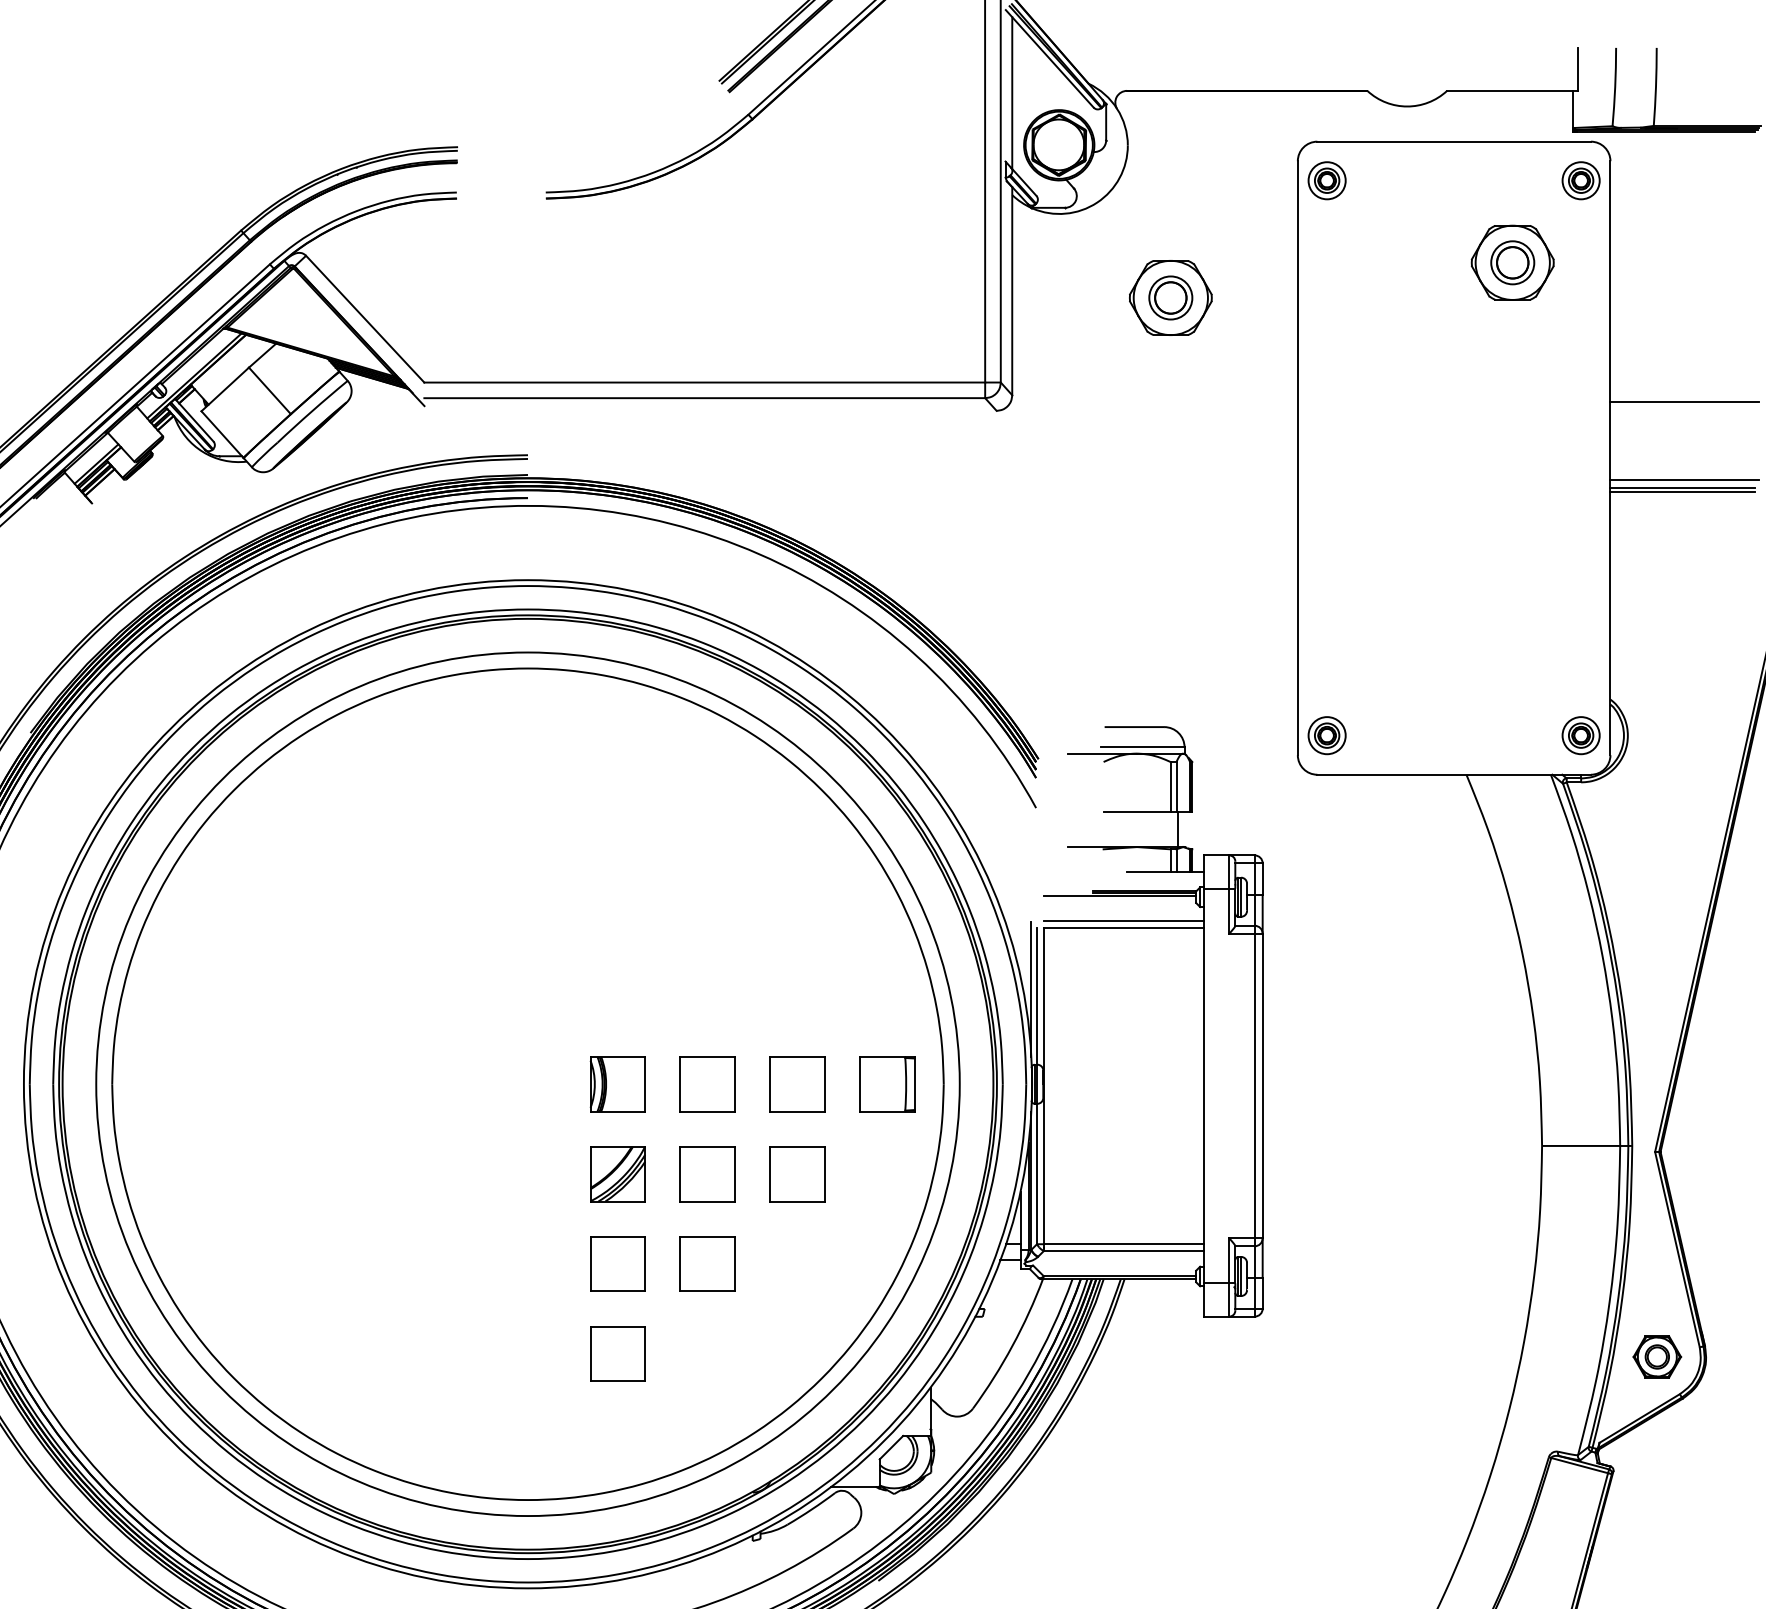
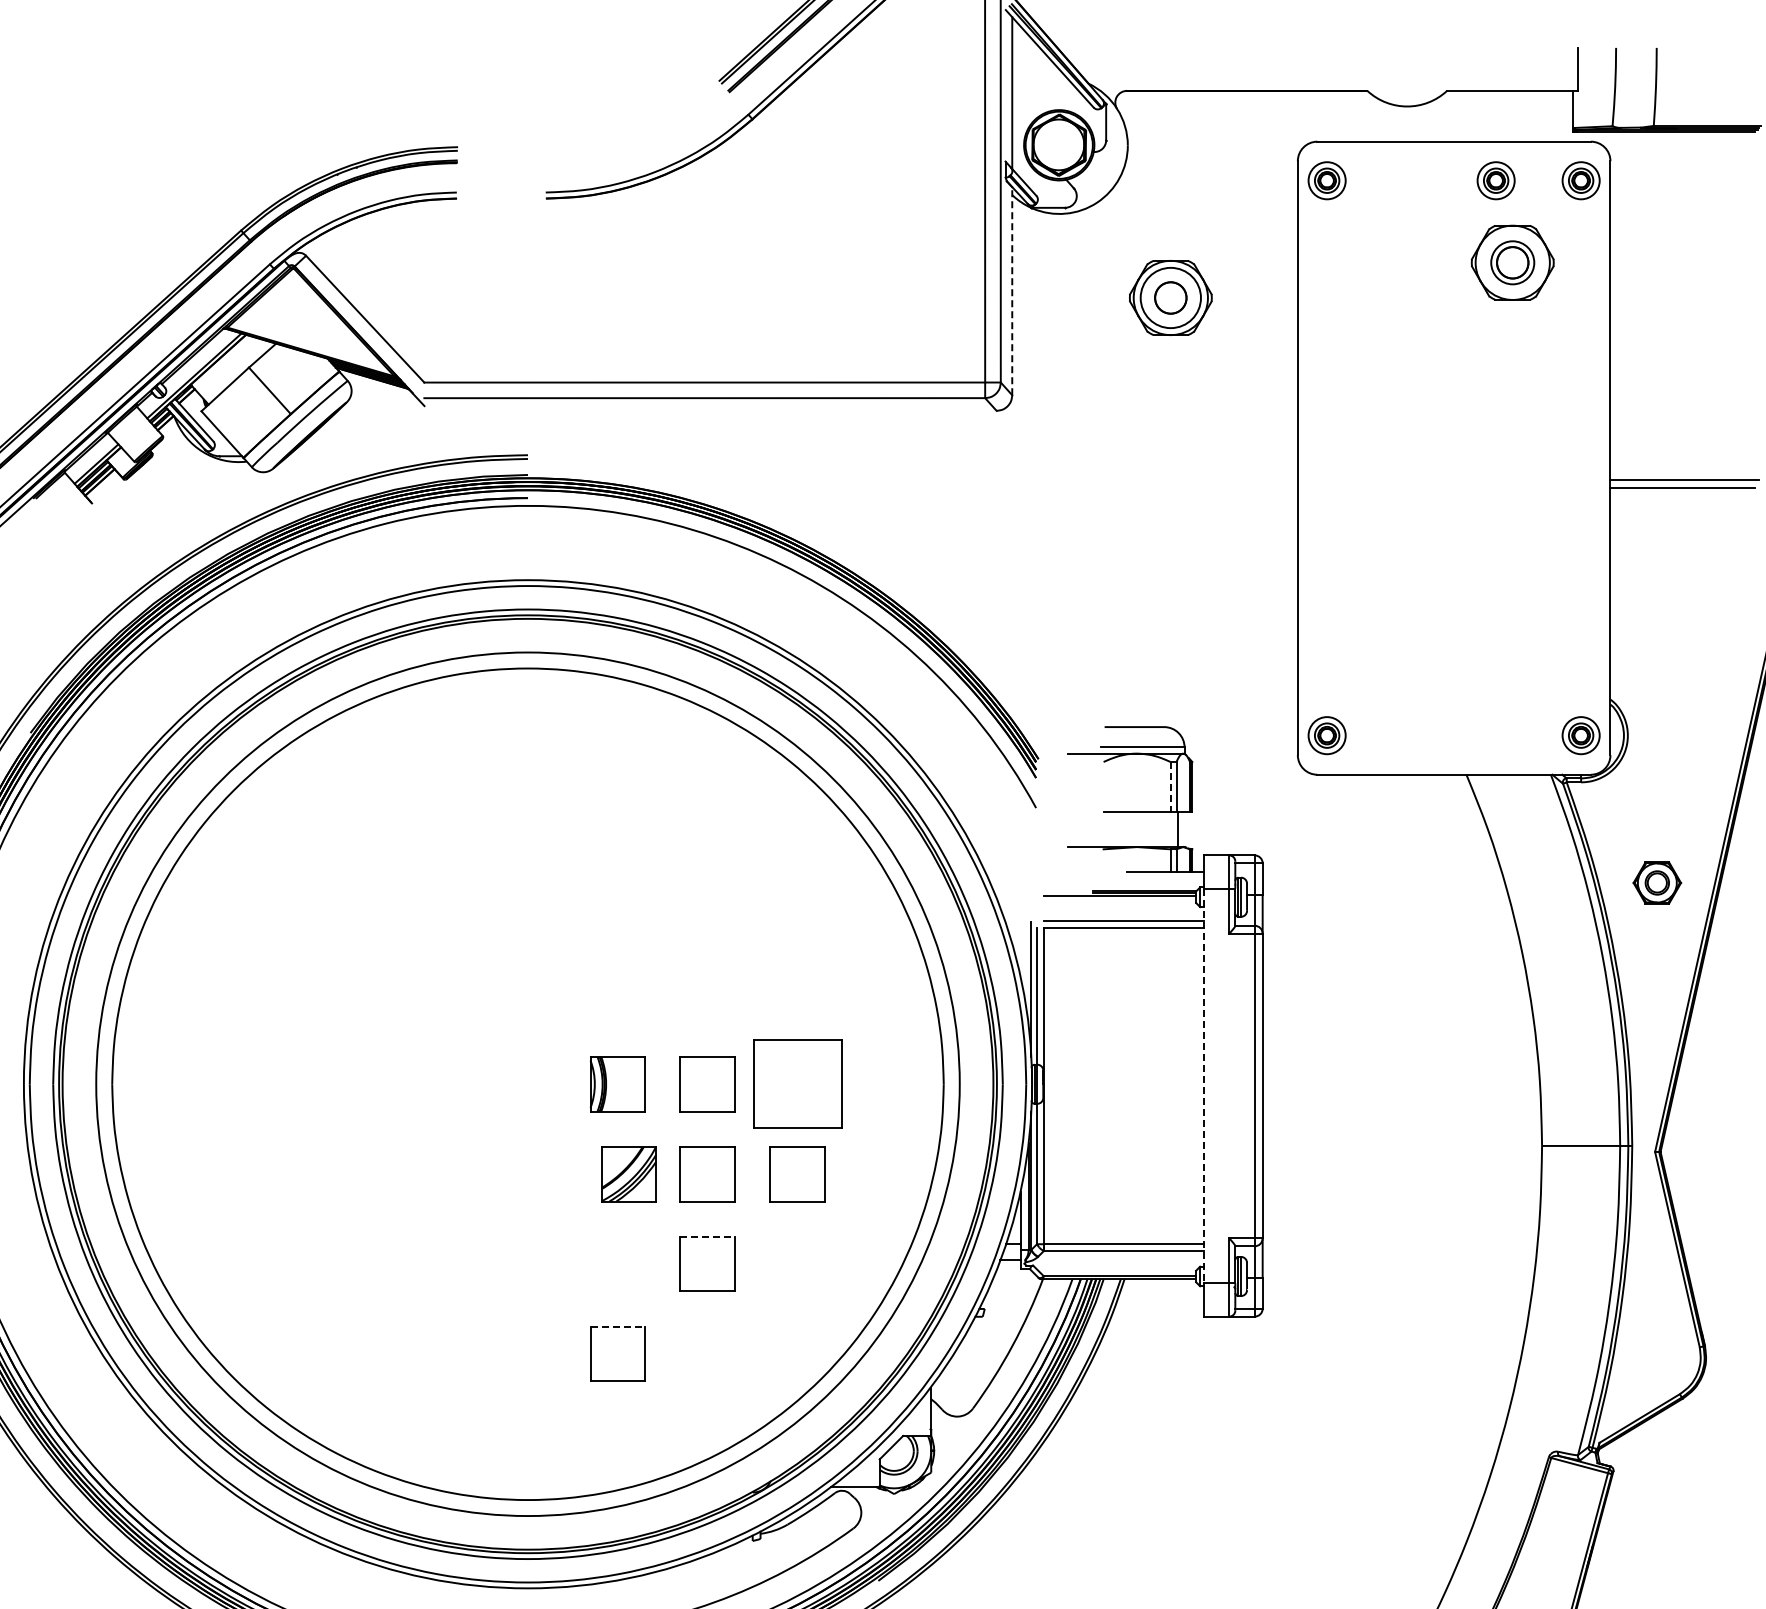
part at (1495, 180): none -> present
line at (1012, 291): solid -> dashed
circle at (1170, 297) diameter: 43 px -> 60 px
line at (1684, 401): present -> none
line at (1682, 491): present -> none
line at (1170, 787): solid -> dashed
part at (797, 1084) size: 57x57 px -> 90x90 px
part at (887, 1084): present -> none
line at (1204, 1086): solid -> dashed
part at (617, 1174) position: (617, 1174) -> (628, 1174)
line at (708, 1236): solid -> dashed
part at (617, 1263): present -> none
line at (618, 1326): solid -> dashed
part at (1657, 1356) position: (1657, 1356) -> (1657, 882)
